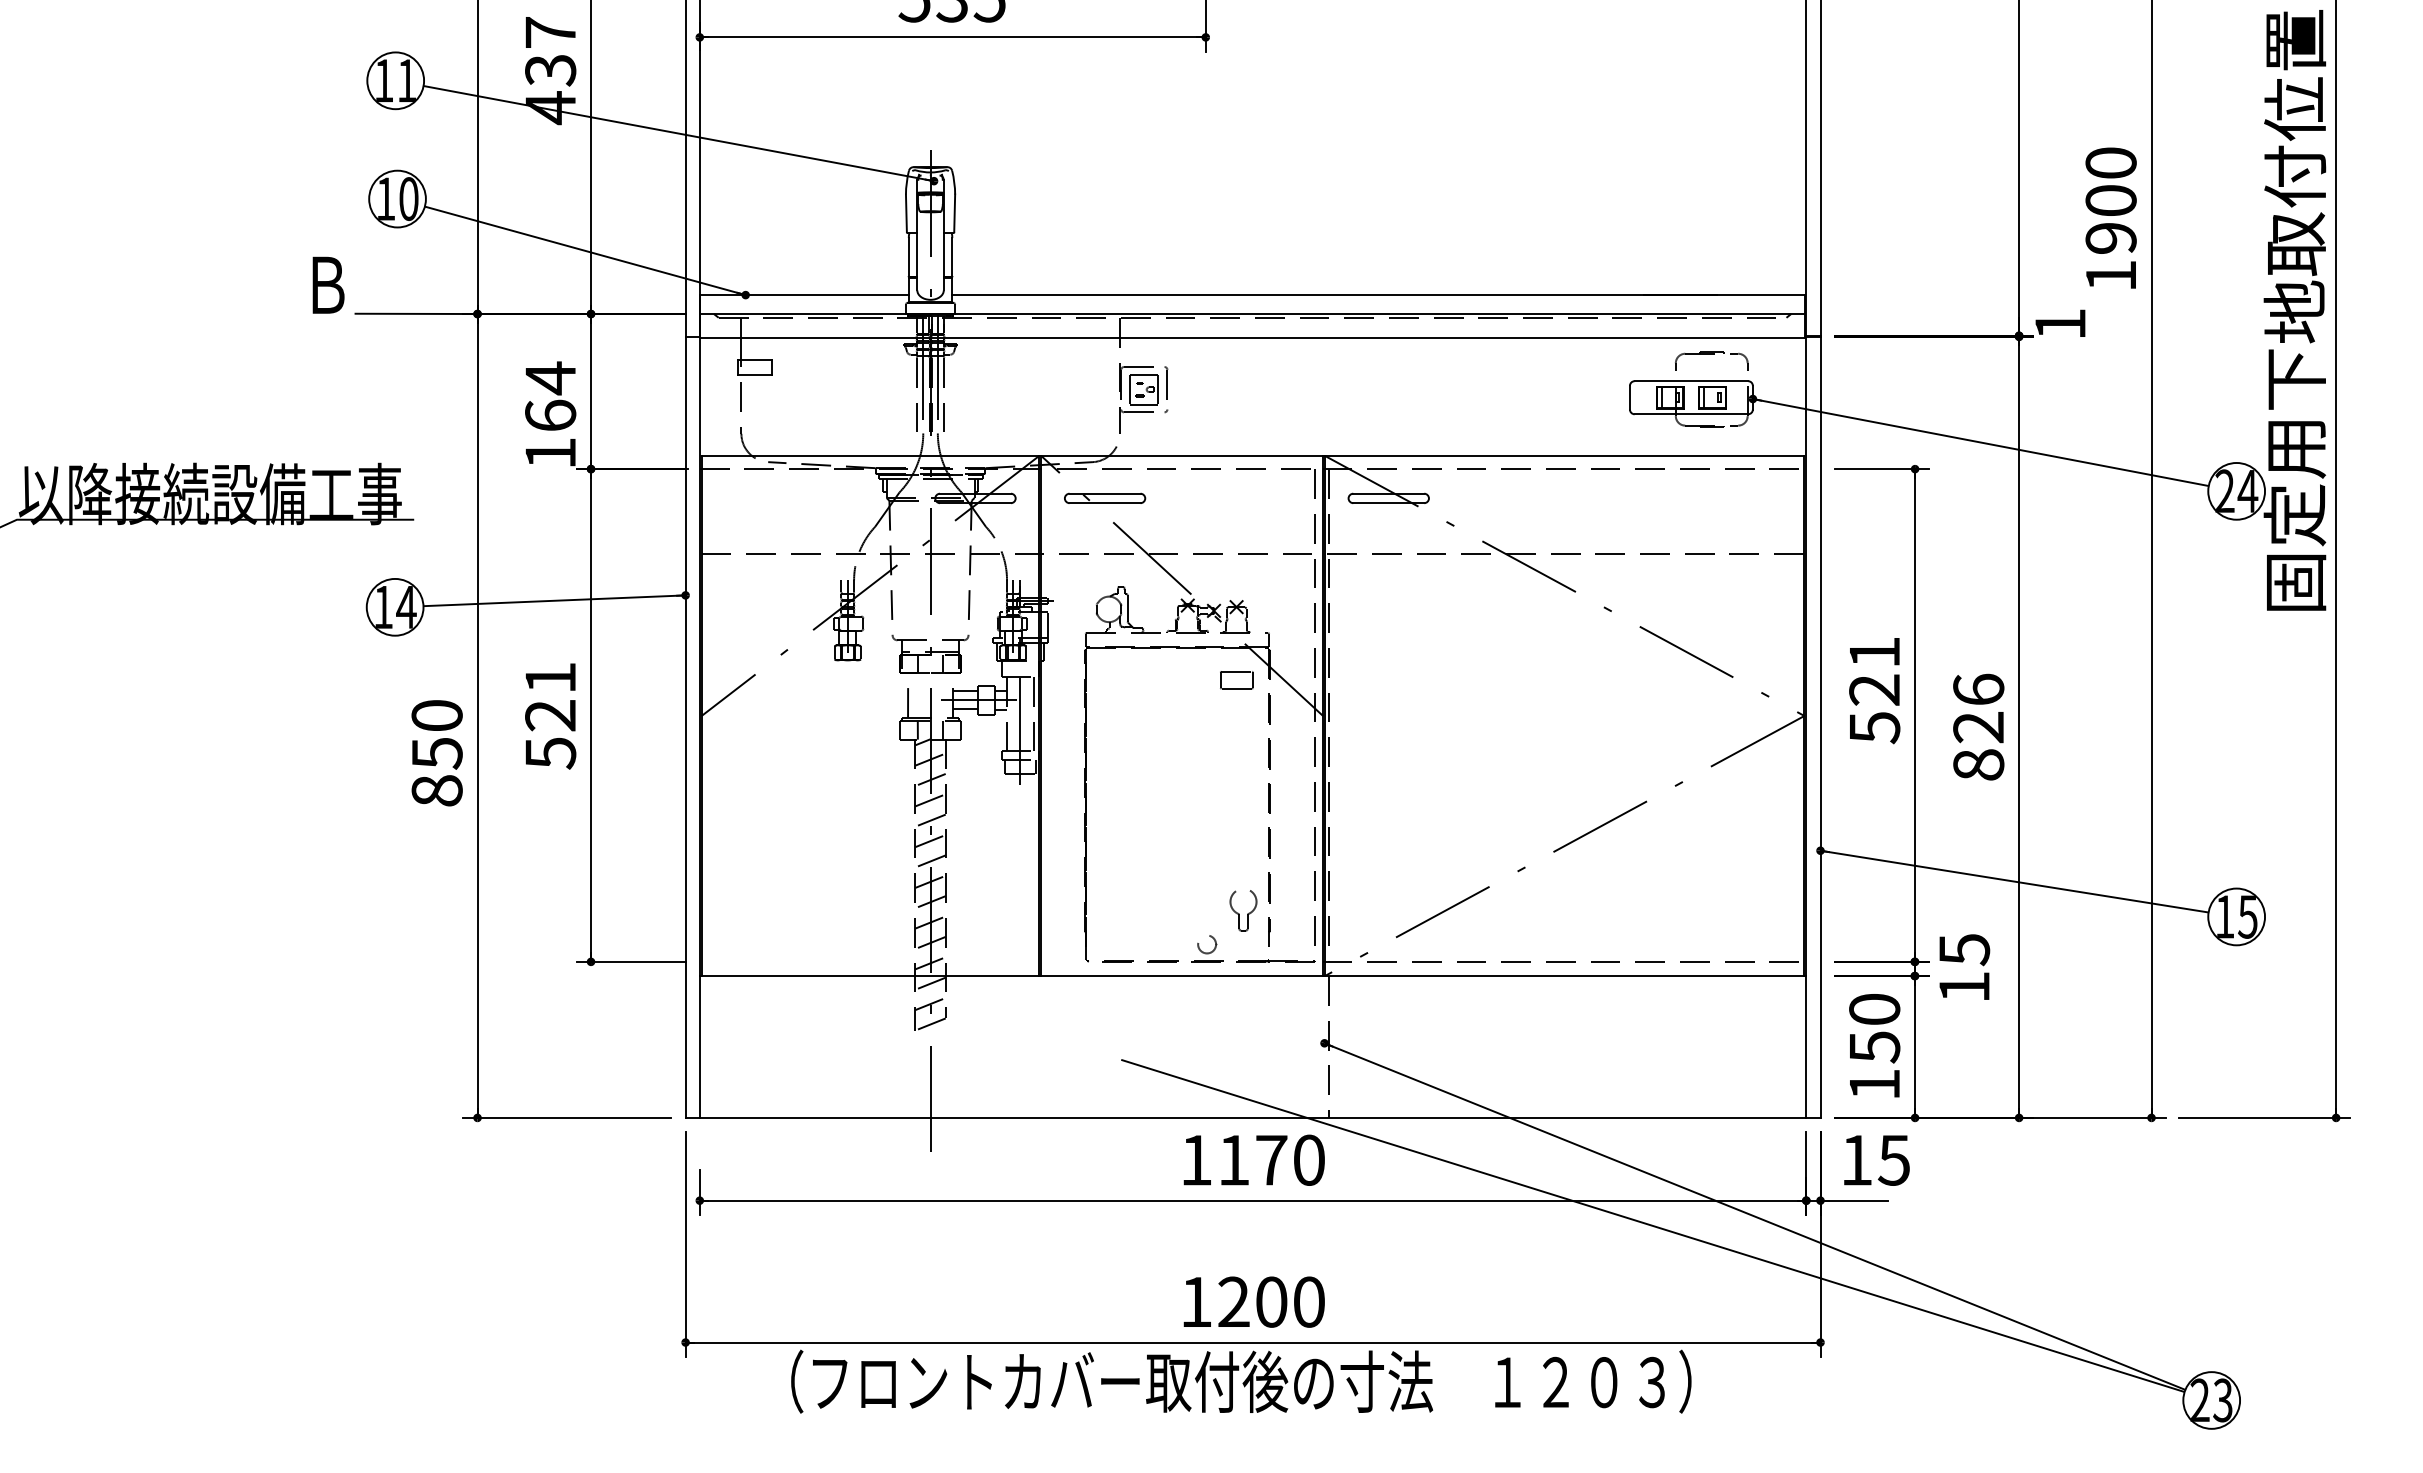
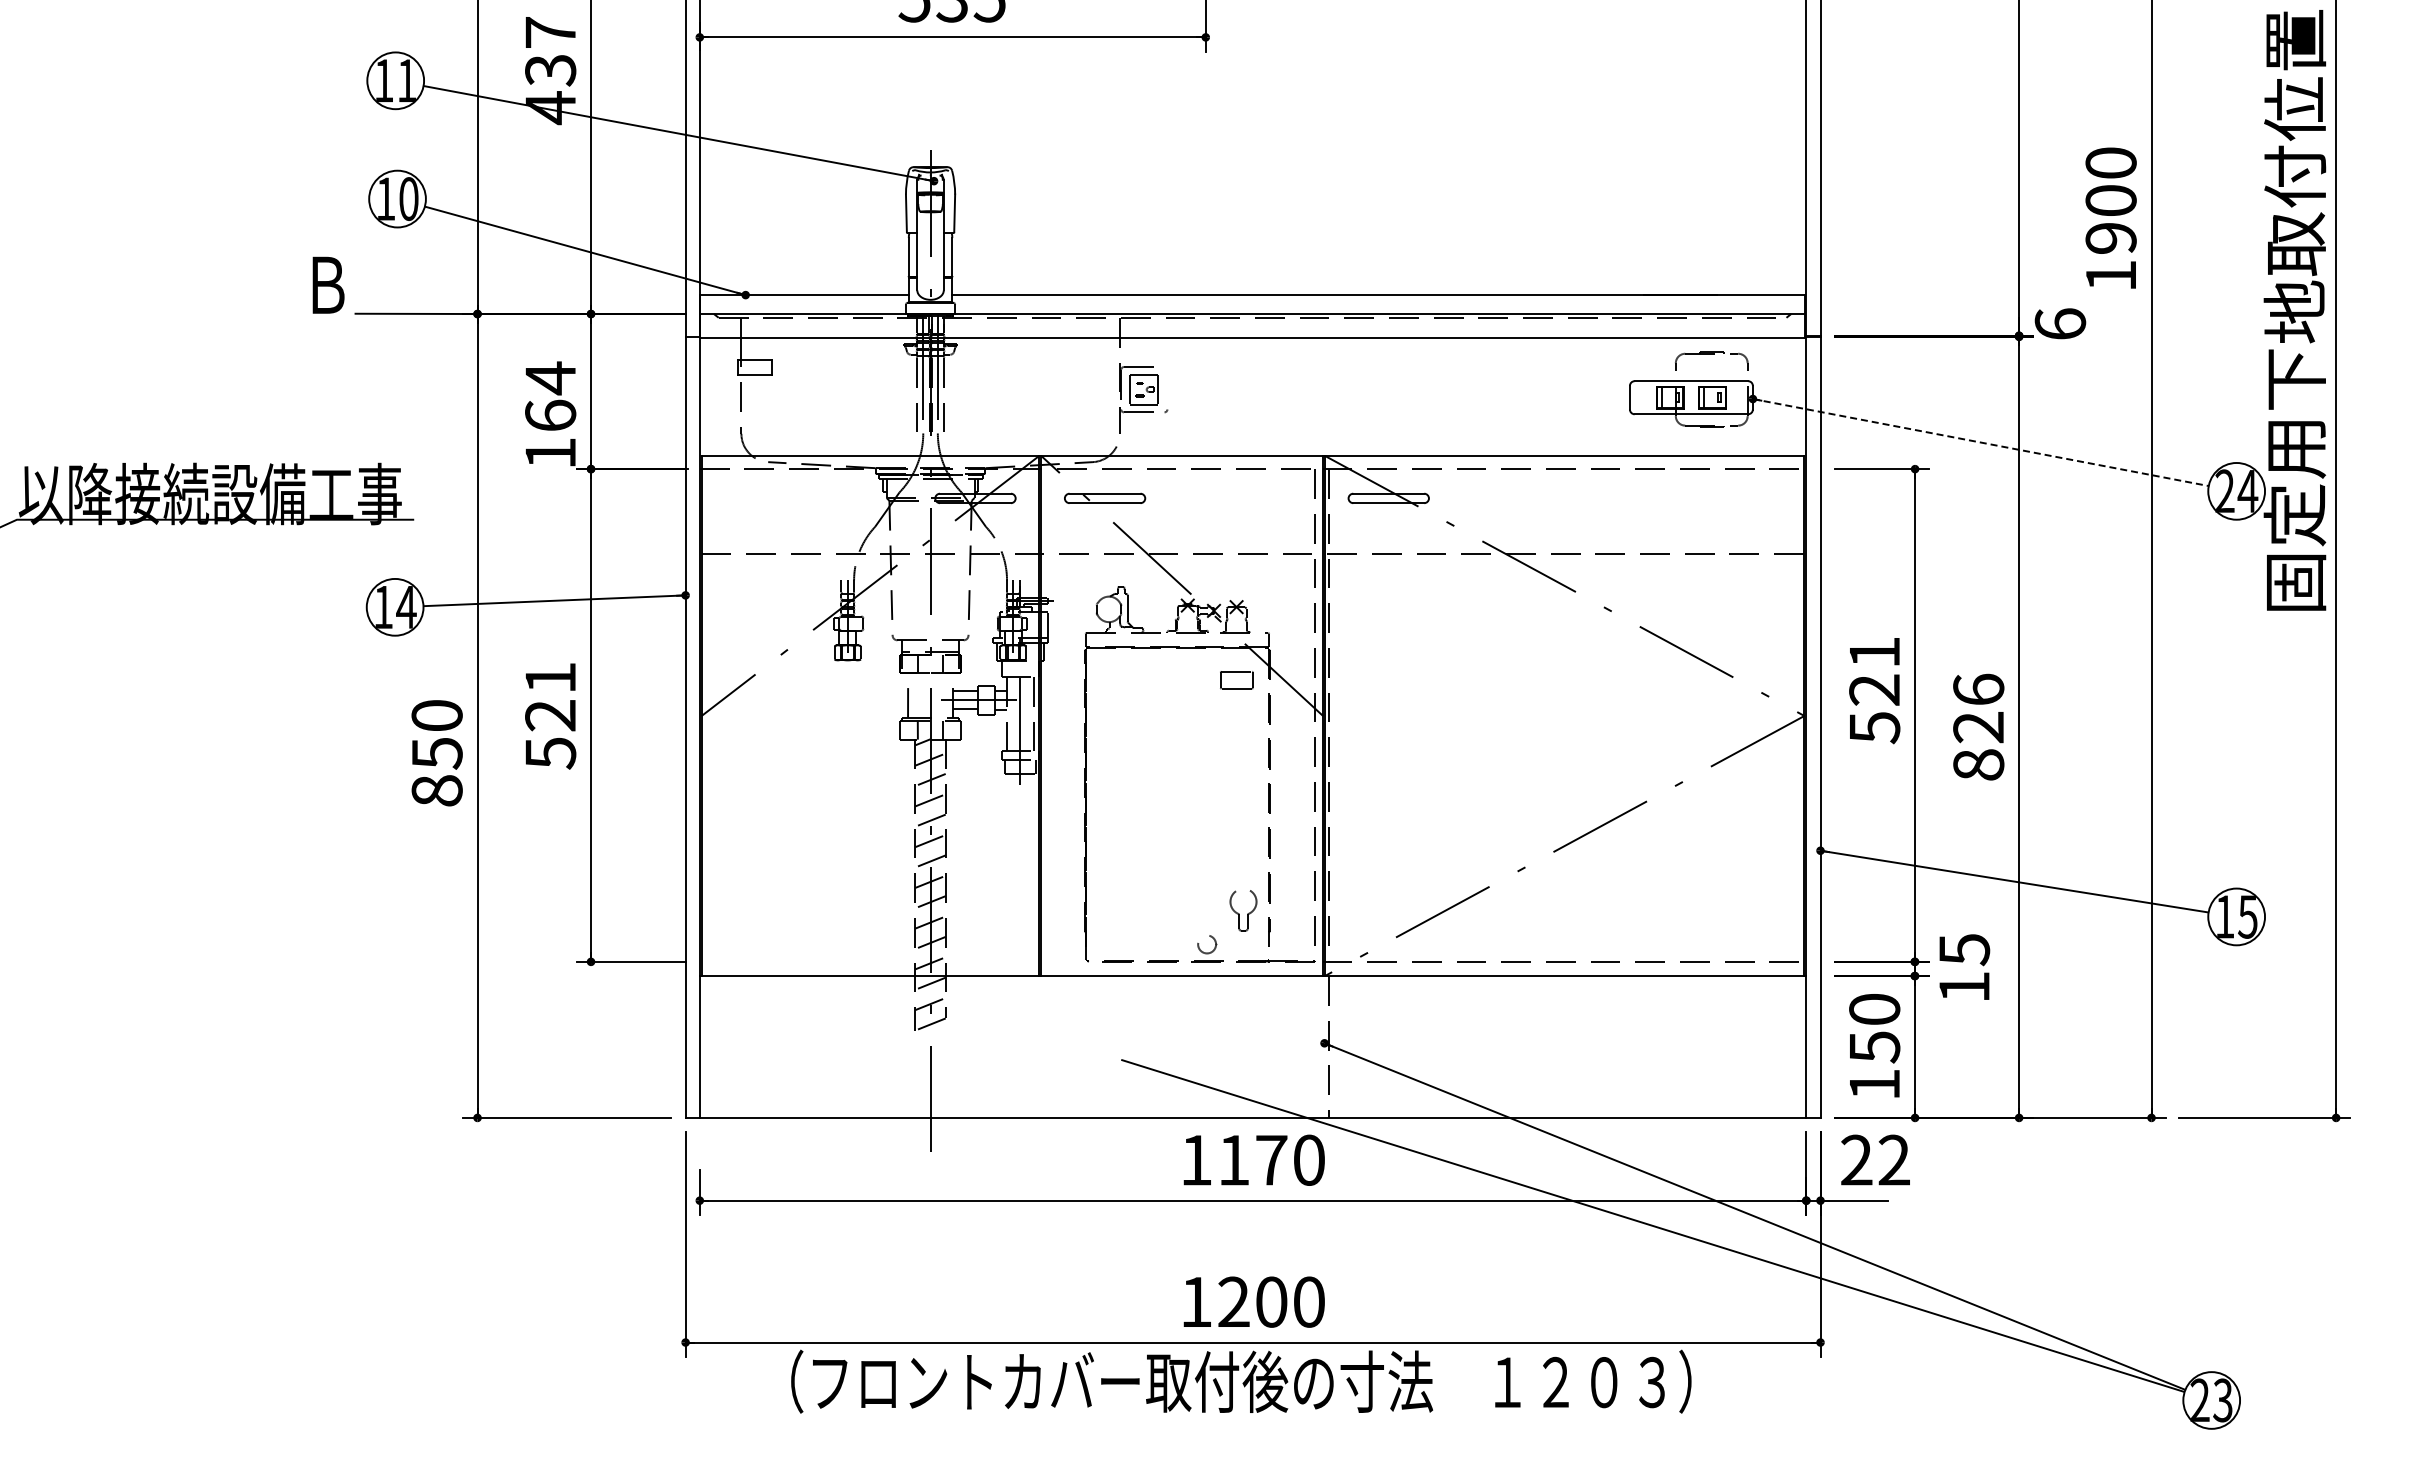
text at (2060, 323): 1 -> 6
part at (1166, 382): present -> none
line at (1981, 442): solid -> dashed
text at (1875, 1159): 15 -> 22
